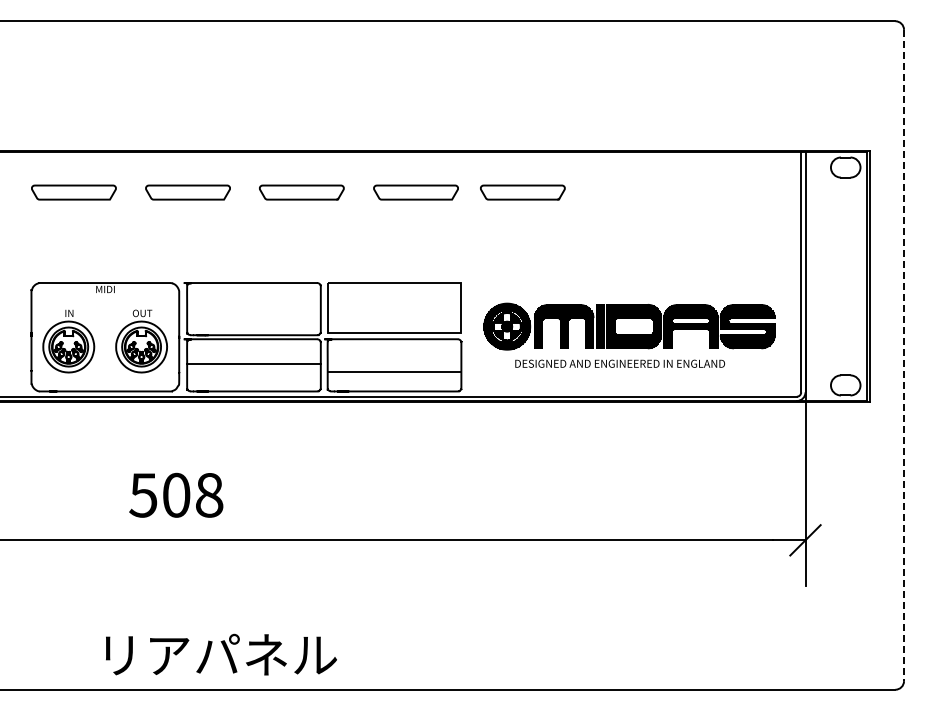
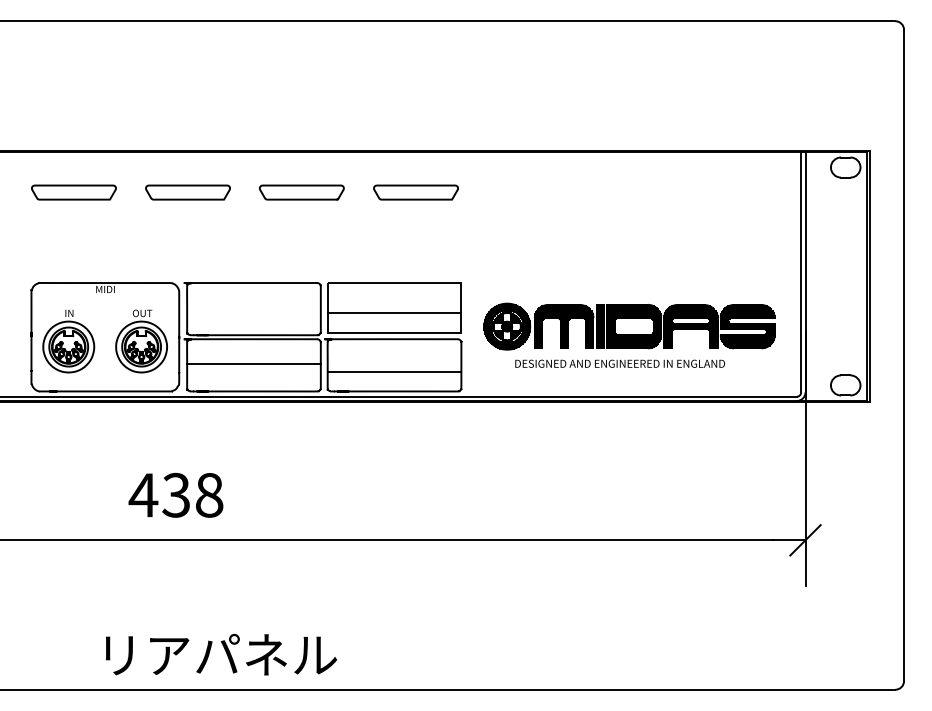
part at (522, 192): present -> none
line at (393, 313): none -> present
line at (904, 355): dashed -> solid
text at (159, 494): 508 -> 438
